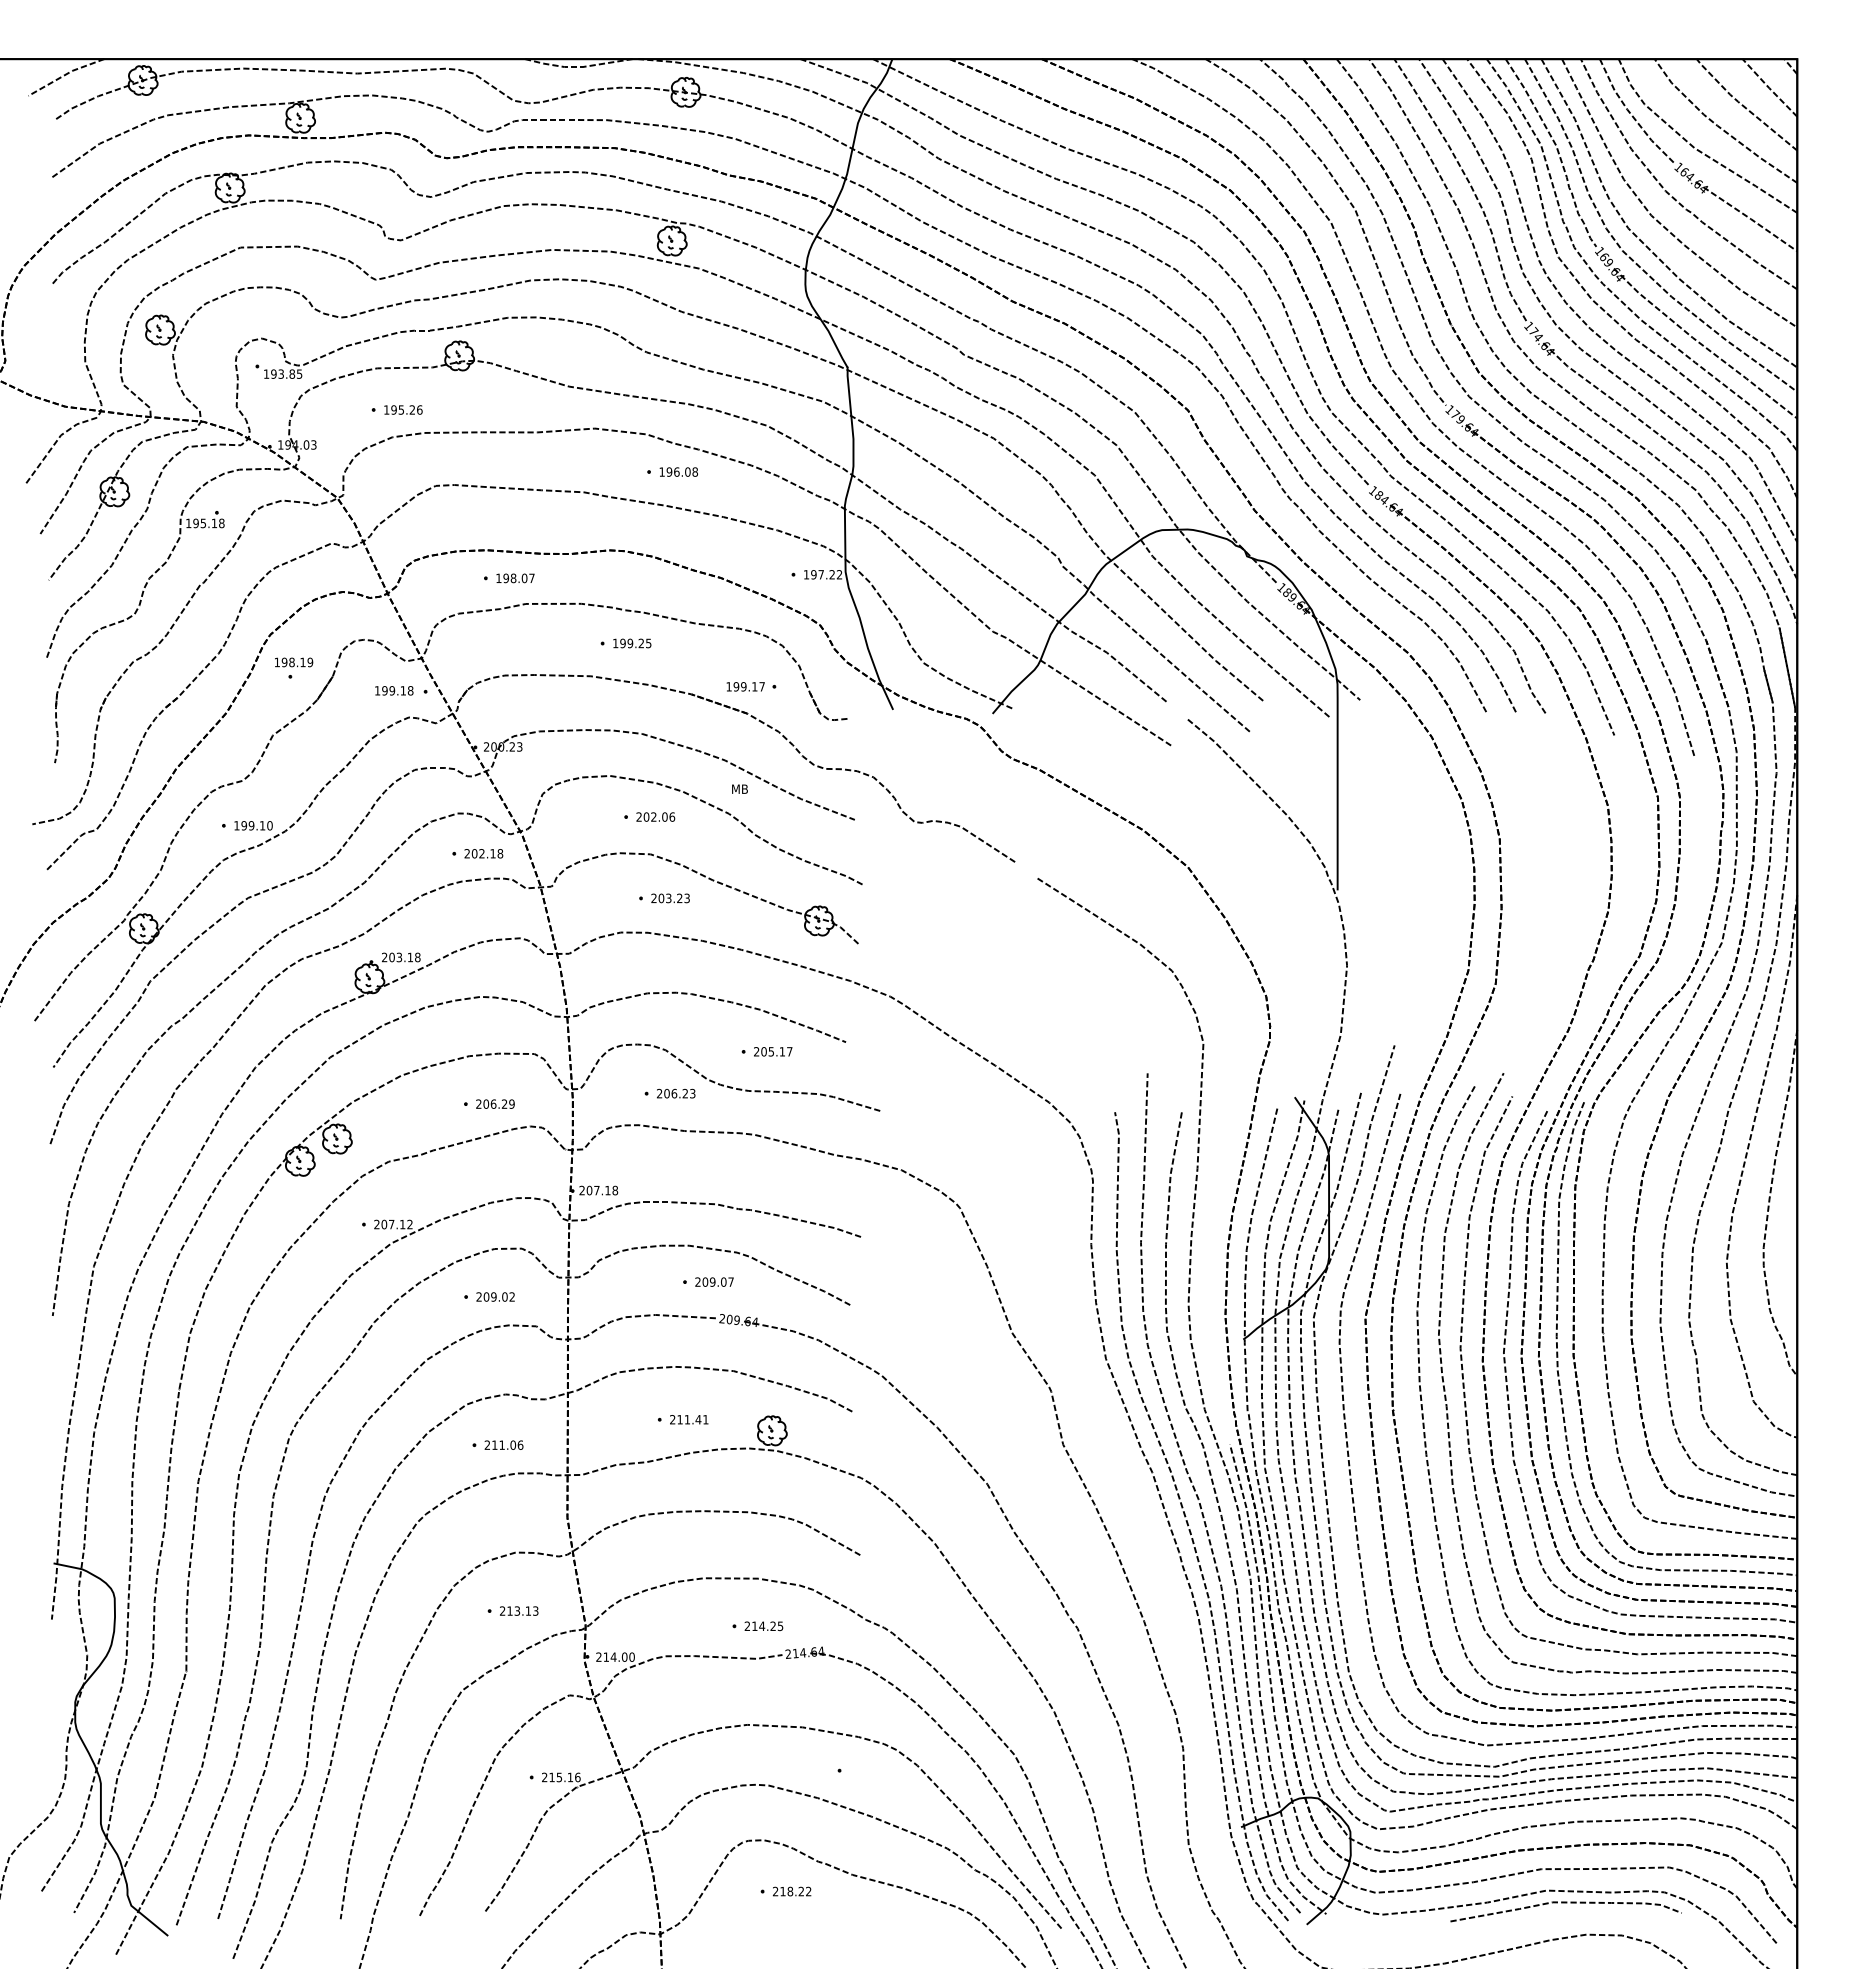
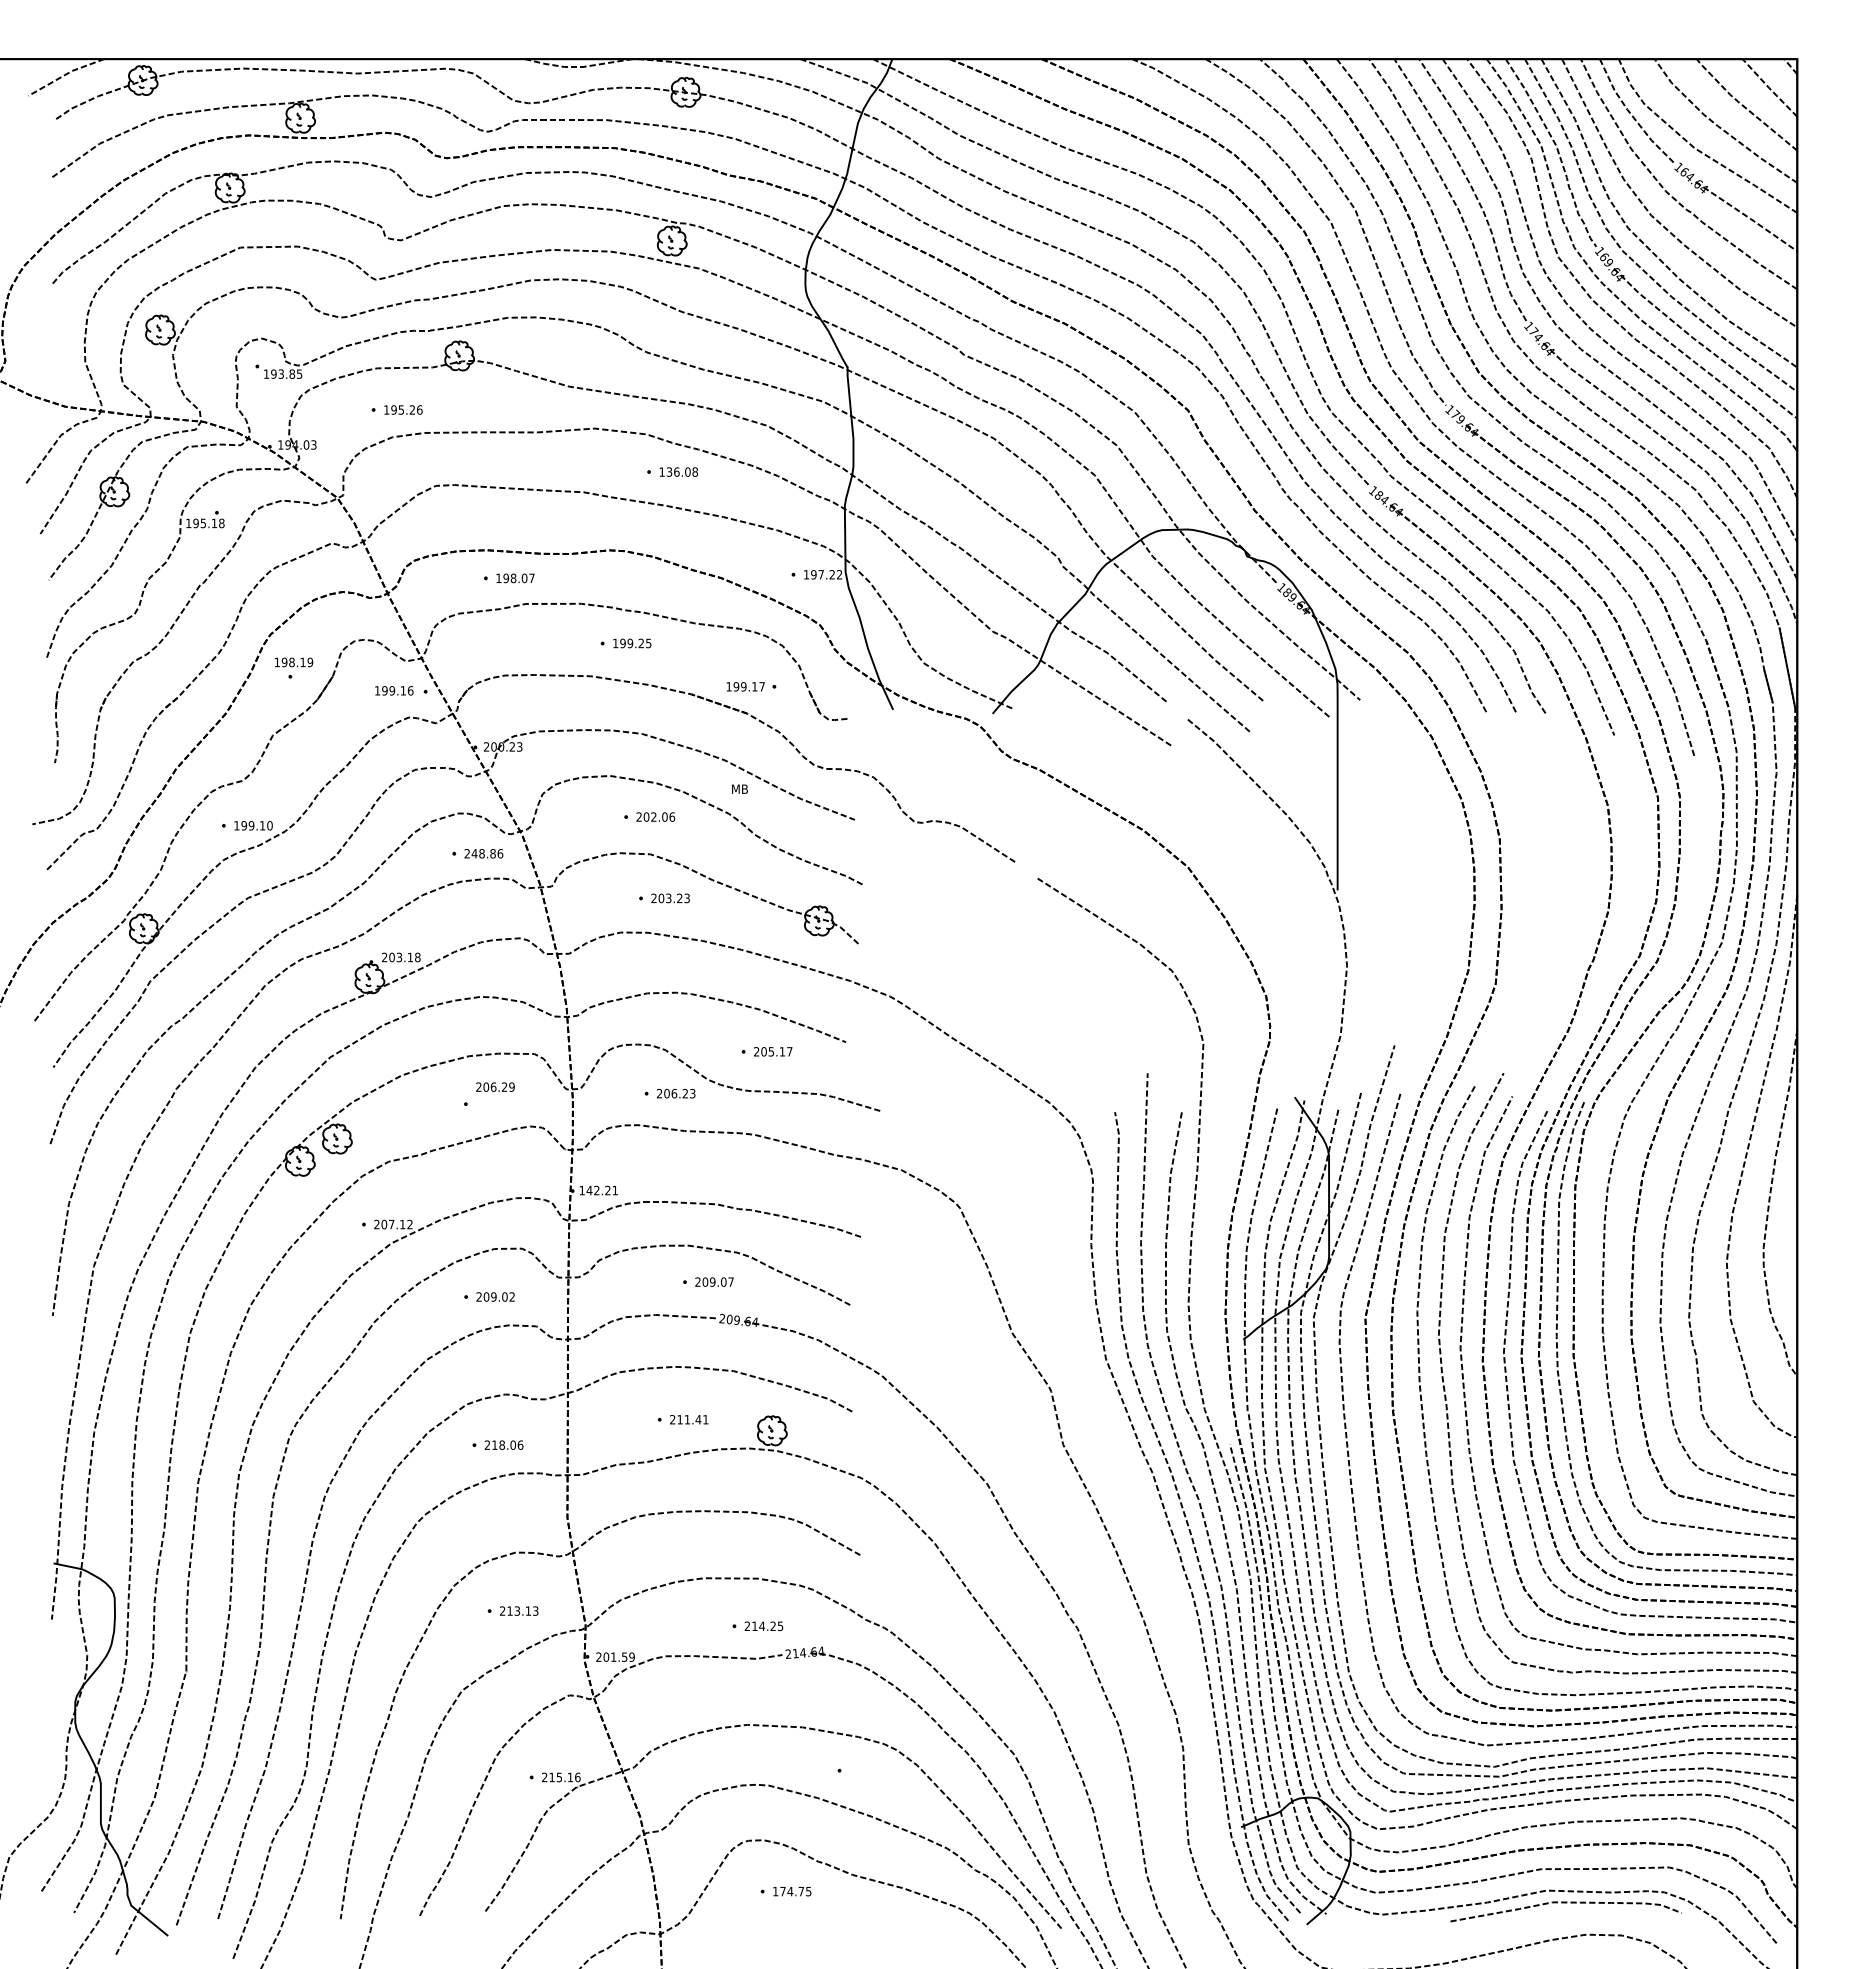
text at (669, 471): 196.08 -> 136.08
text at (410, 690): 199.18 -> 199.16
text at (487, 853): 202.18 -> 248.86
text at (495, 1103) position: (495, 1103) -> (495, 1086)
text at (598, 1190): 207.18 -> 142.21
text at (501, 1444): 211.06 -> 218.06
text at (618, 1656): 214.00 -> 201.59
text at (791, 1891): 218.22 -> 174.75
